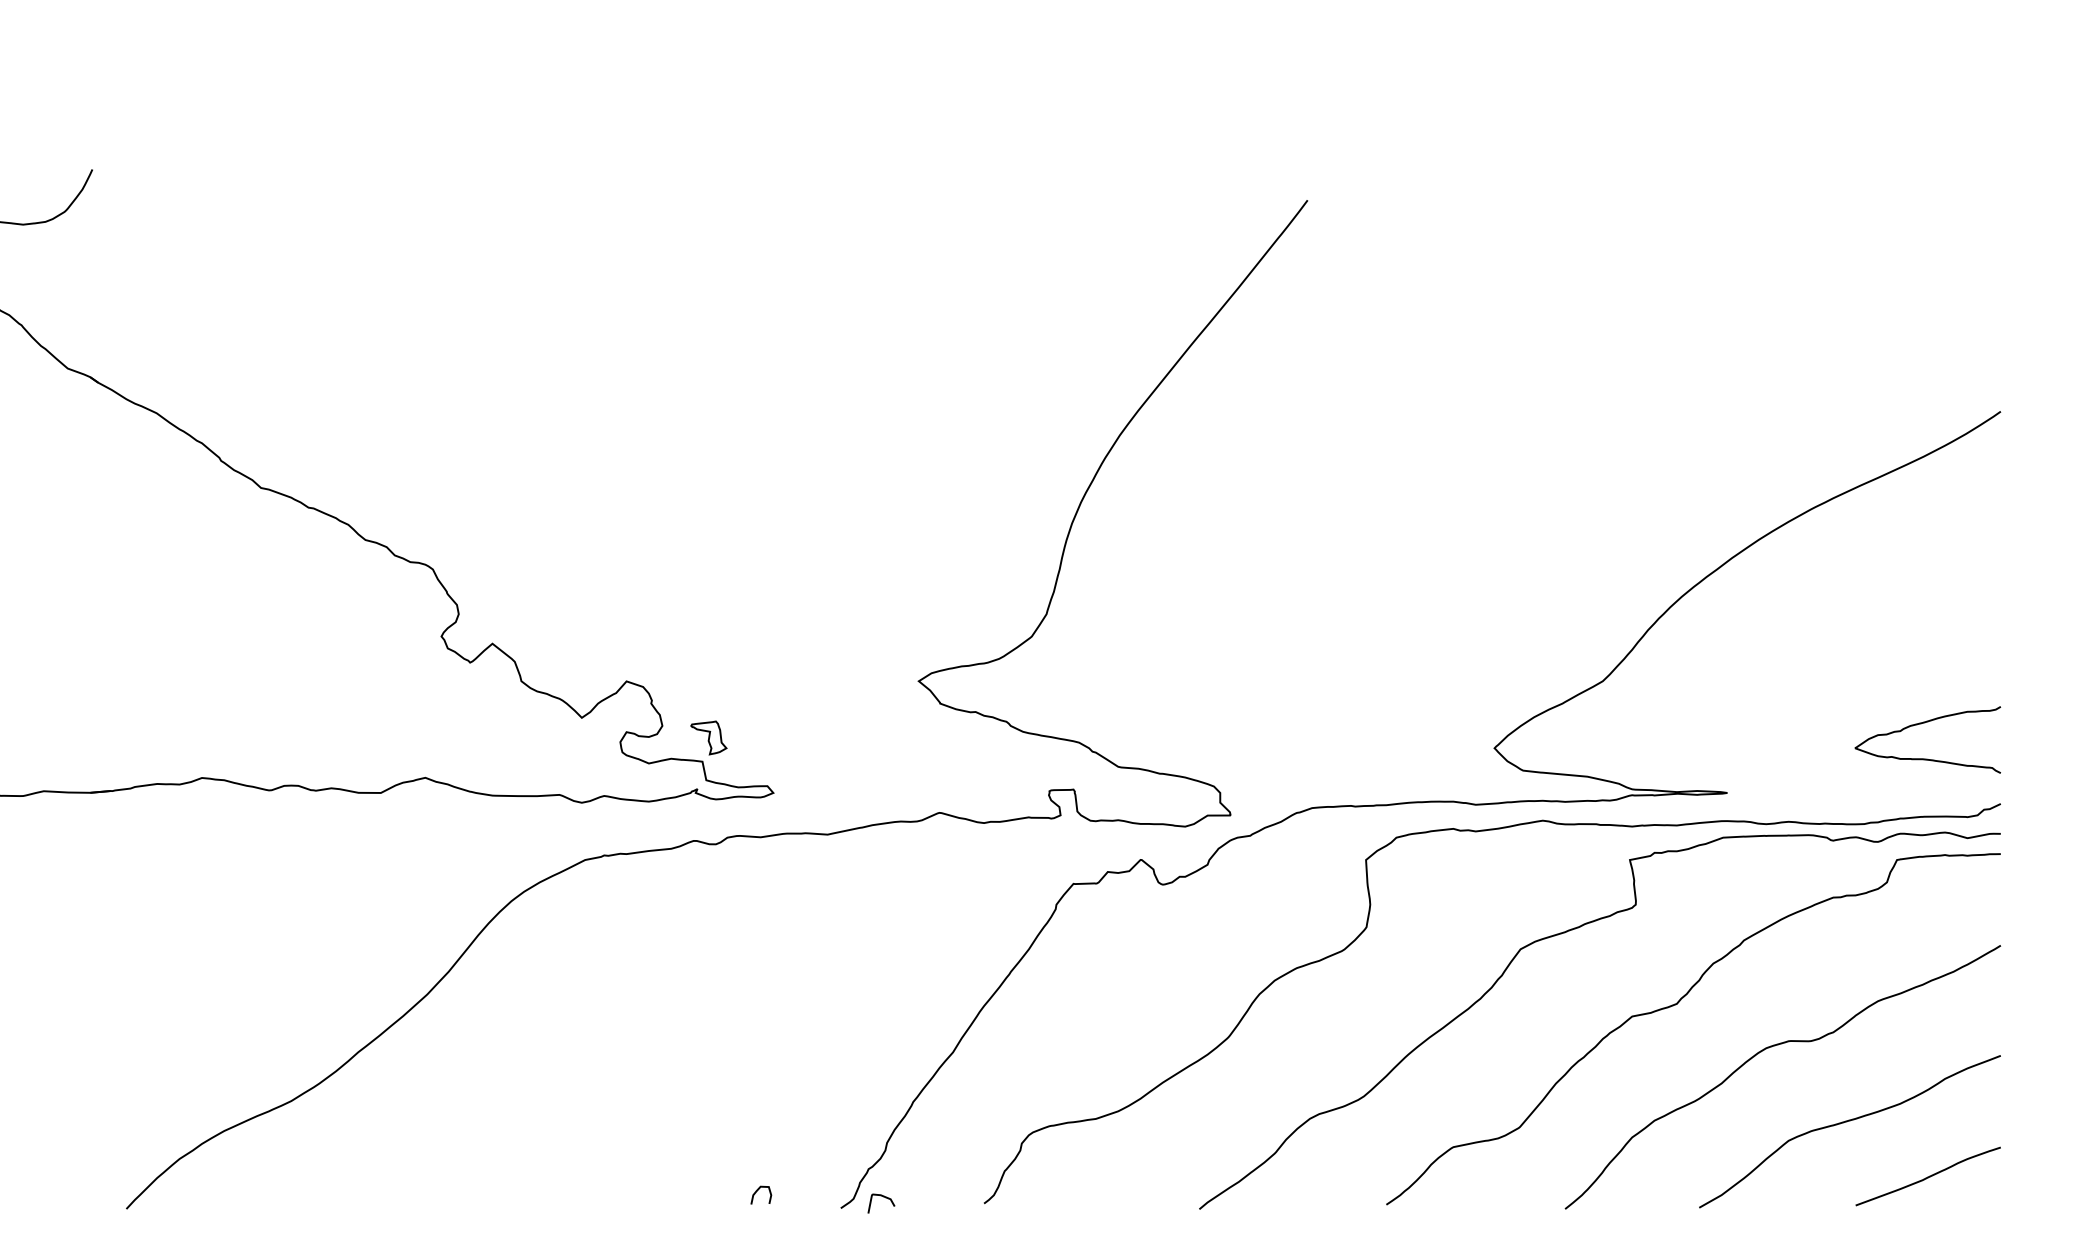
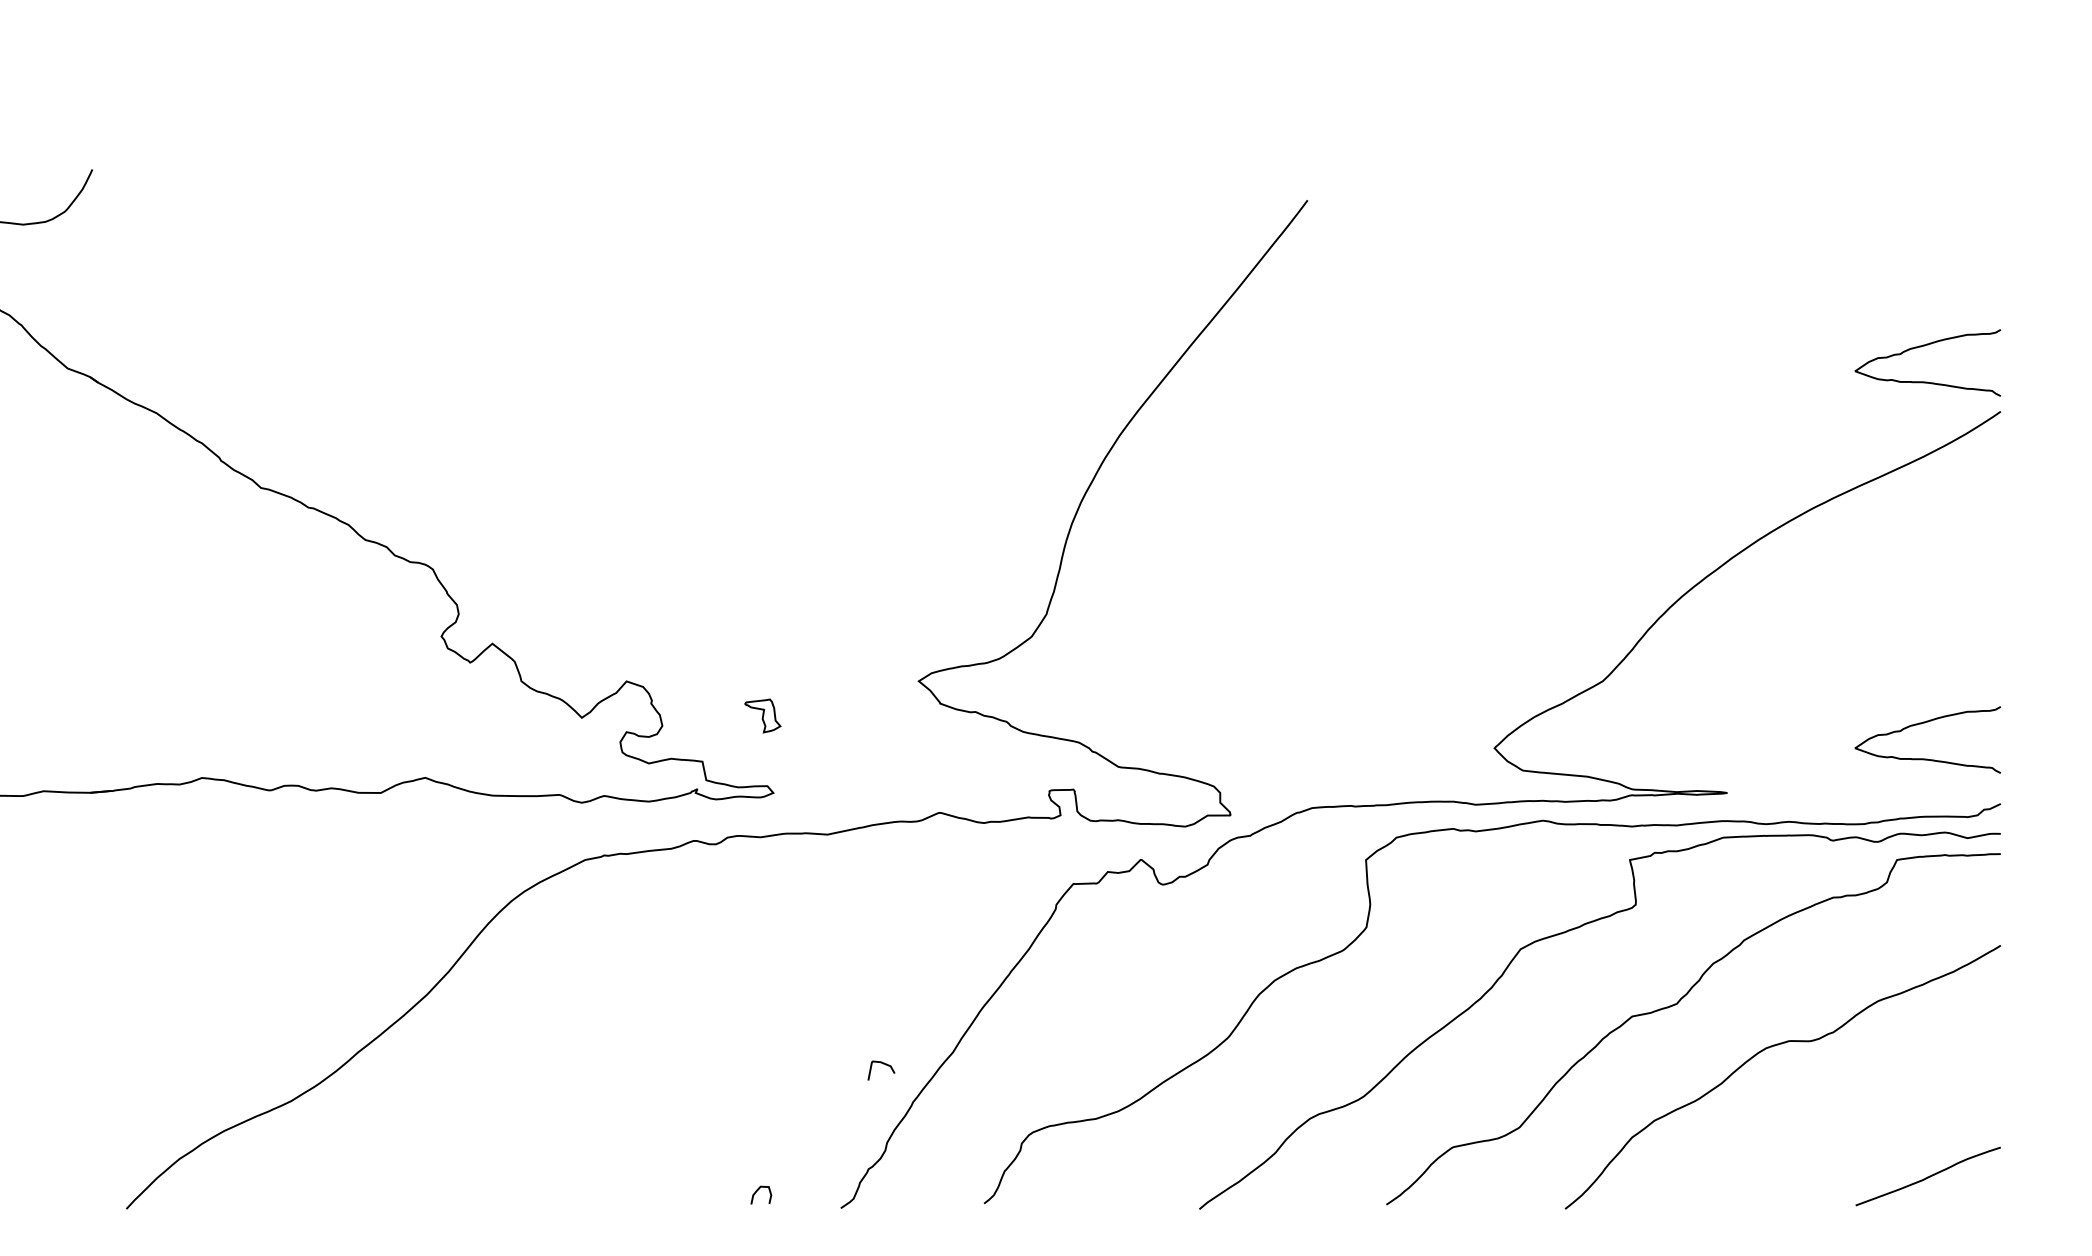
curve at (1921, 347): none -> present
part at (708, 737) position: (708, 737) -> (762, 715)
curve at (1847, 1122): present -> none
curve at (883, 1197) position: (883, 1197) -> (883, 1064)
